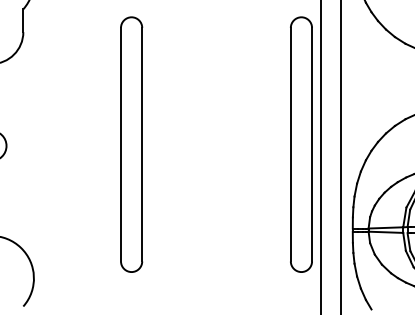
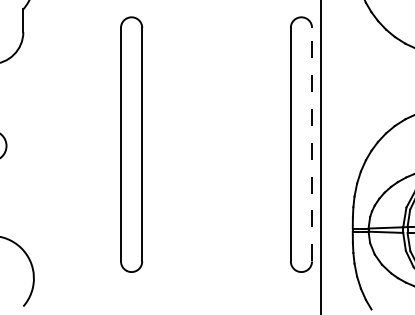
line at (312, 144): solid -> dashed
line at (341, 156): present -> none
